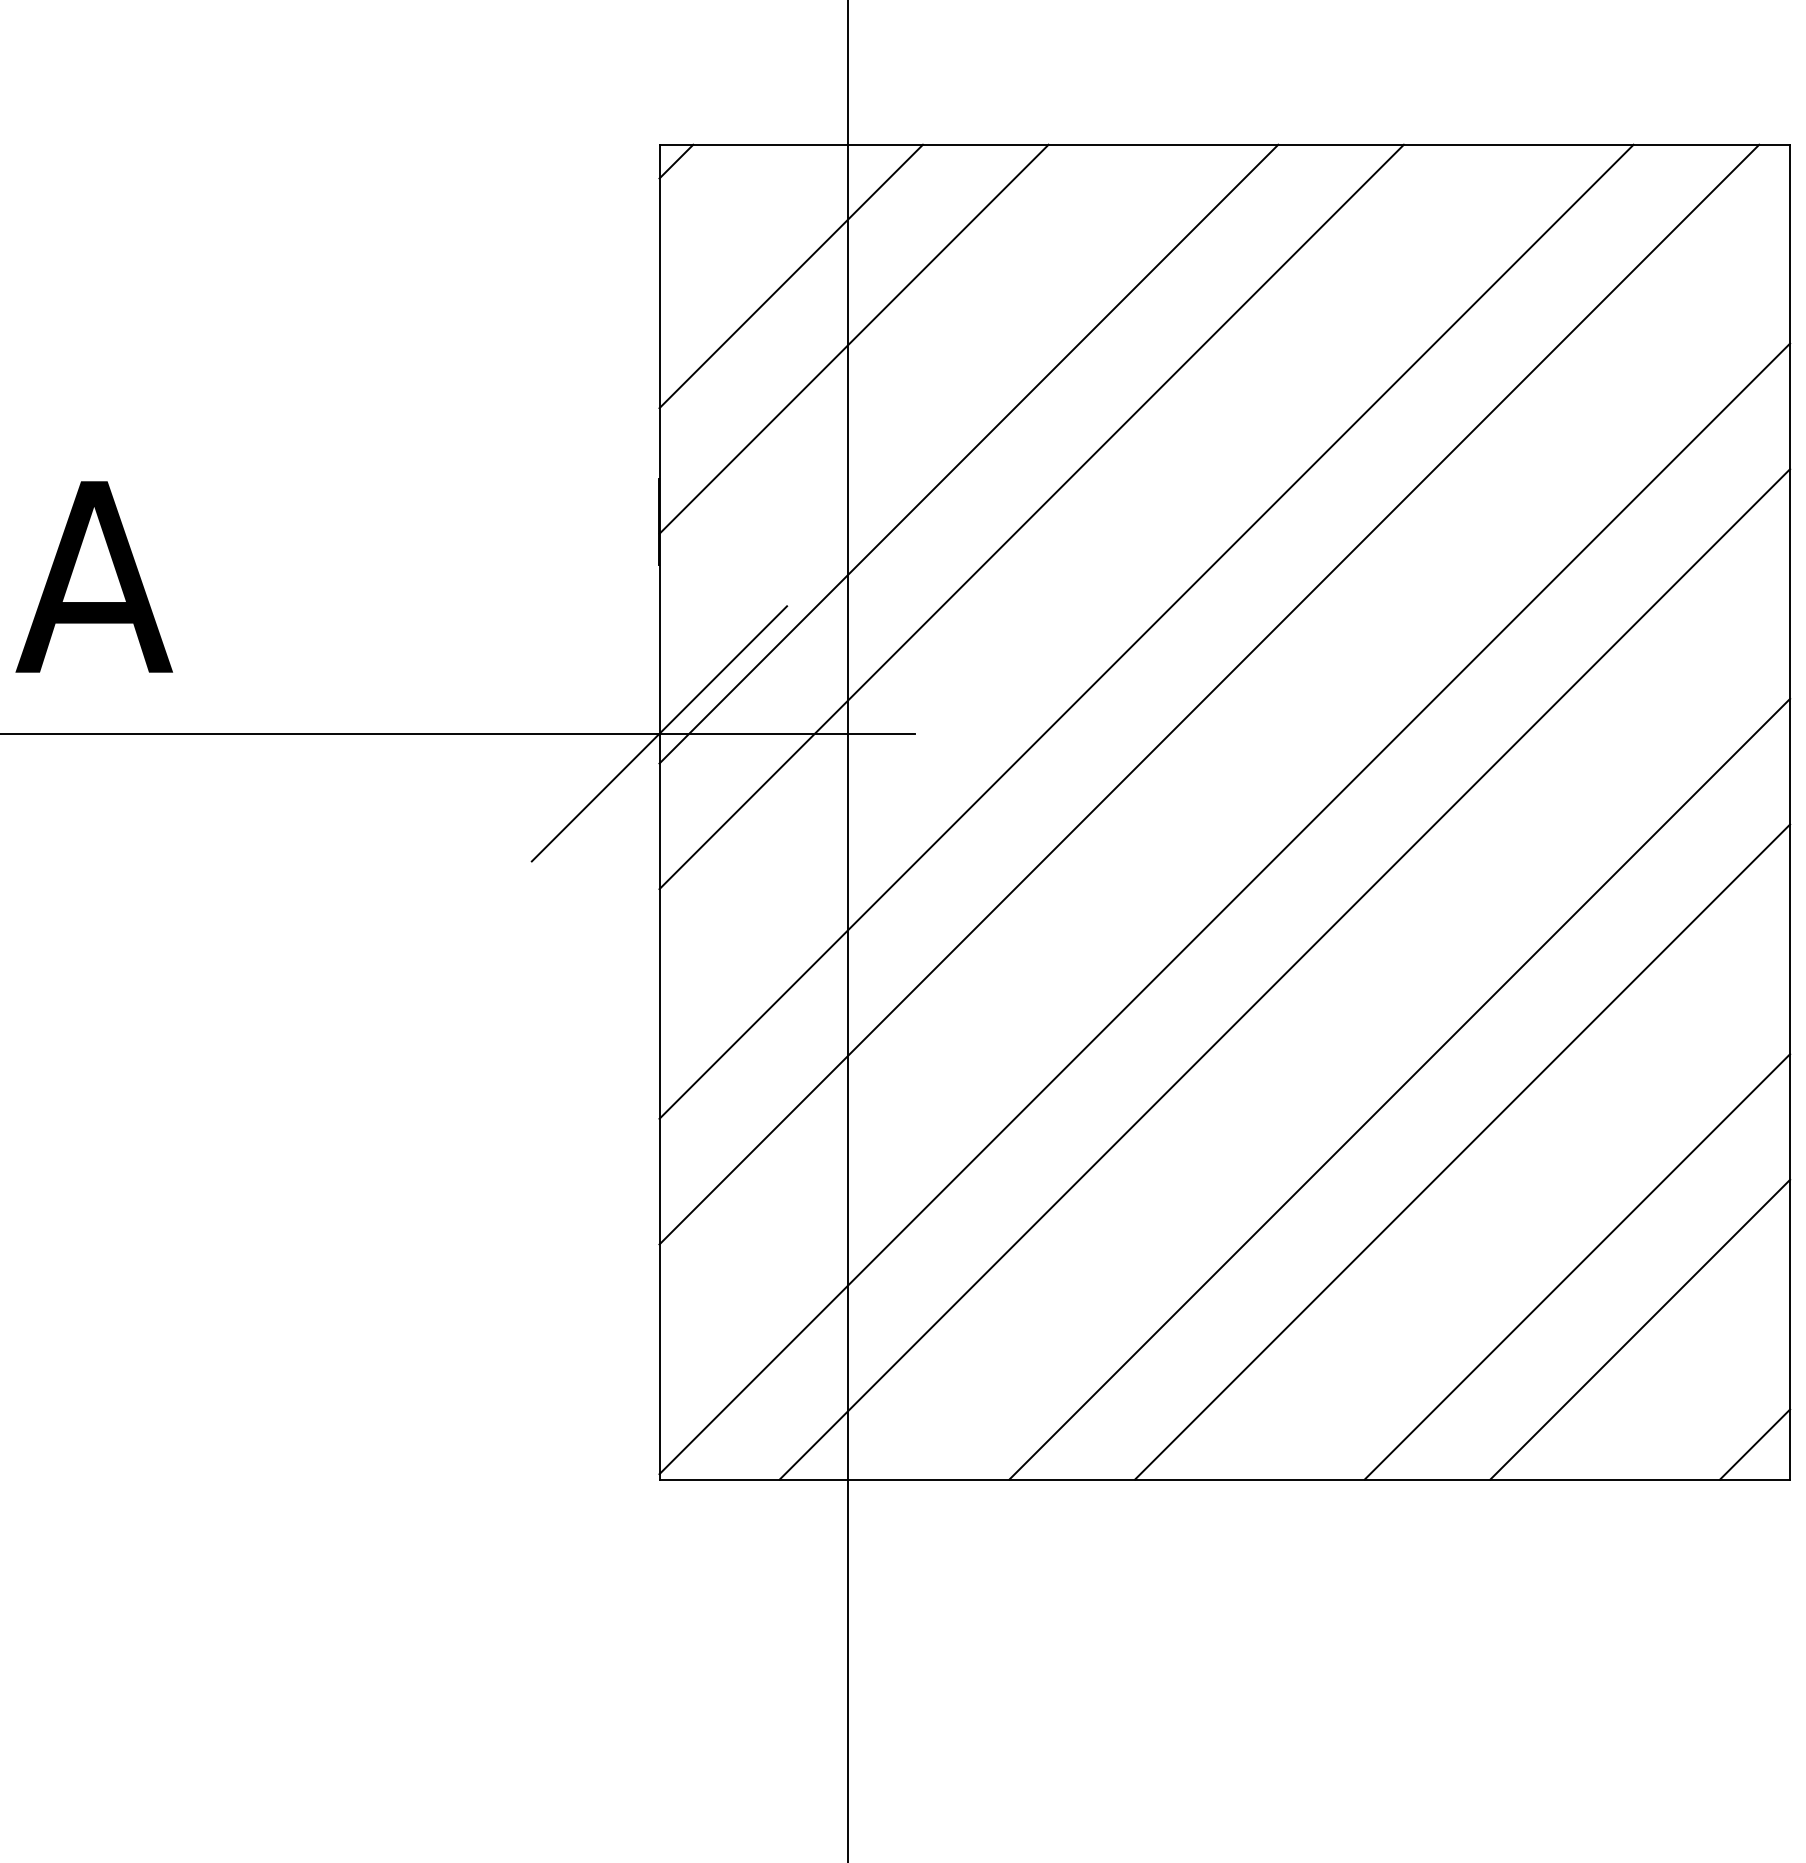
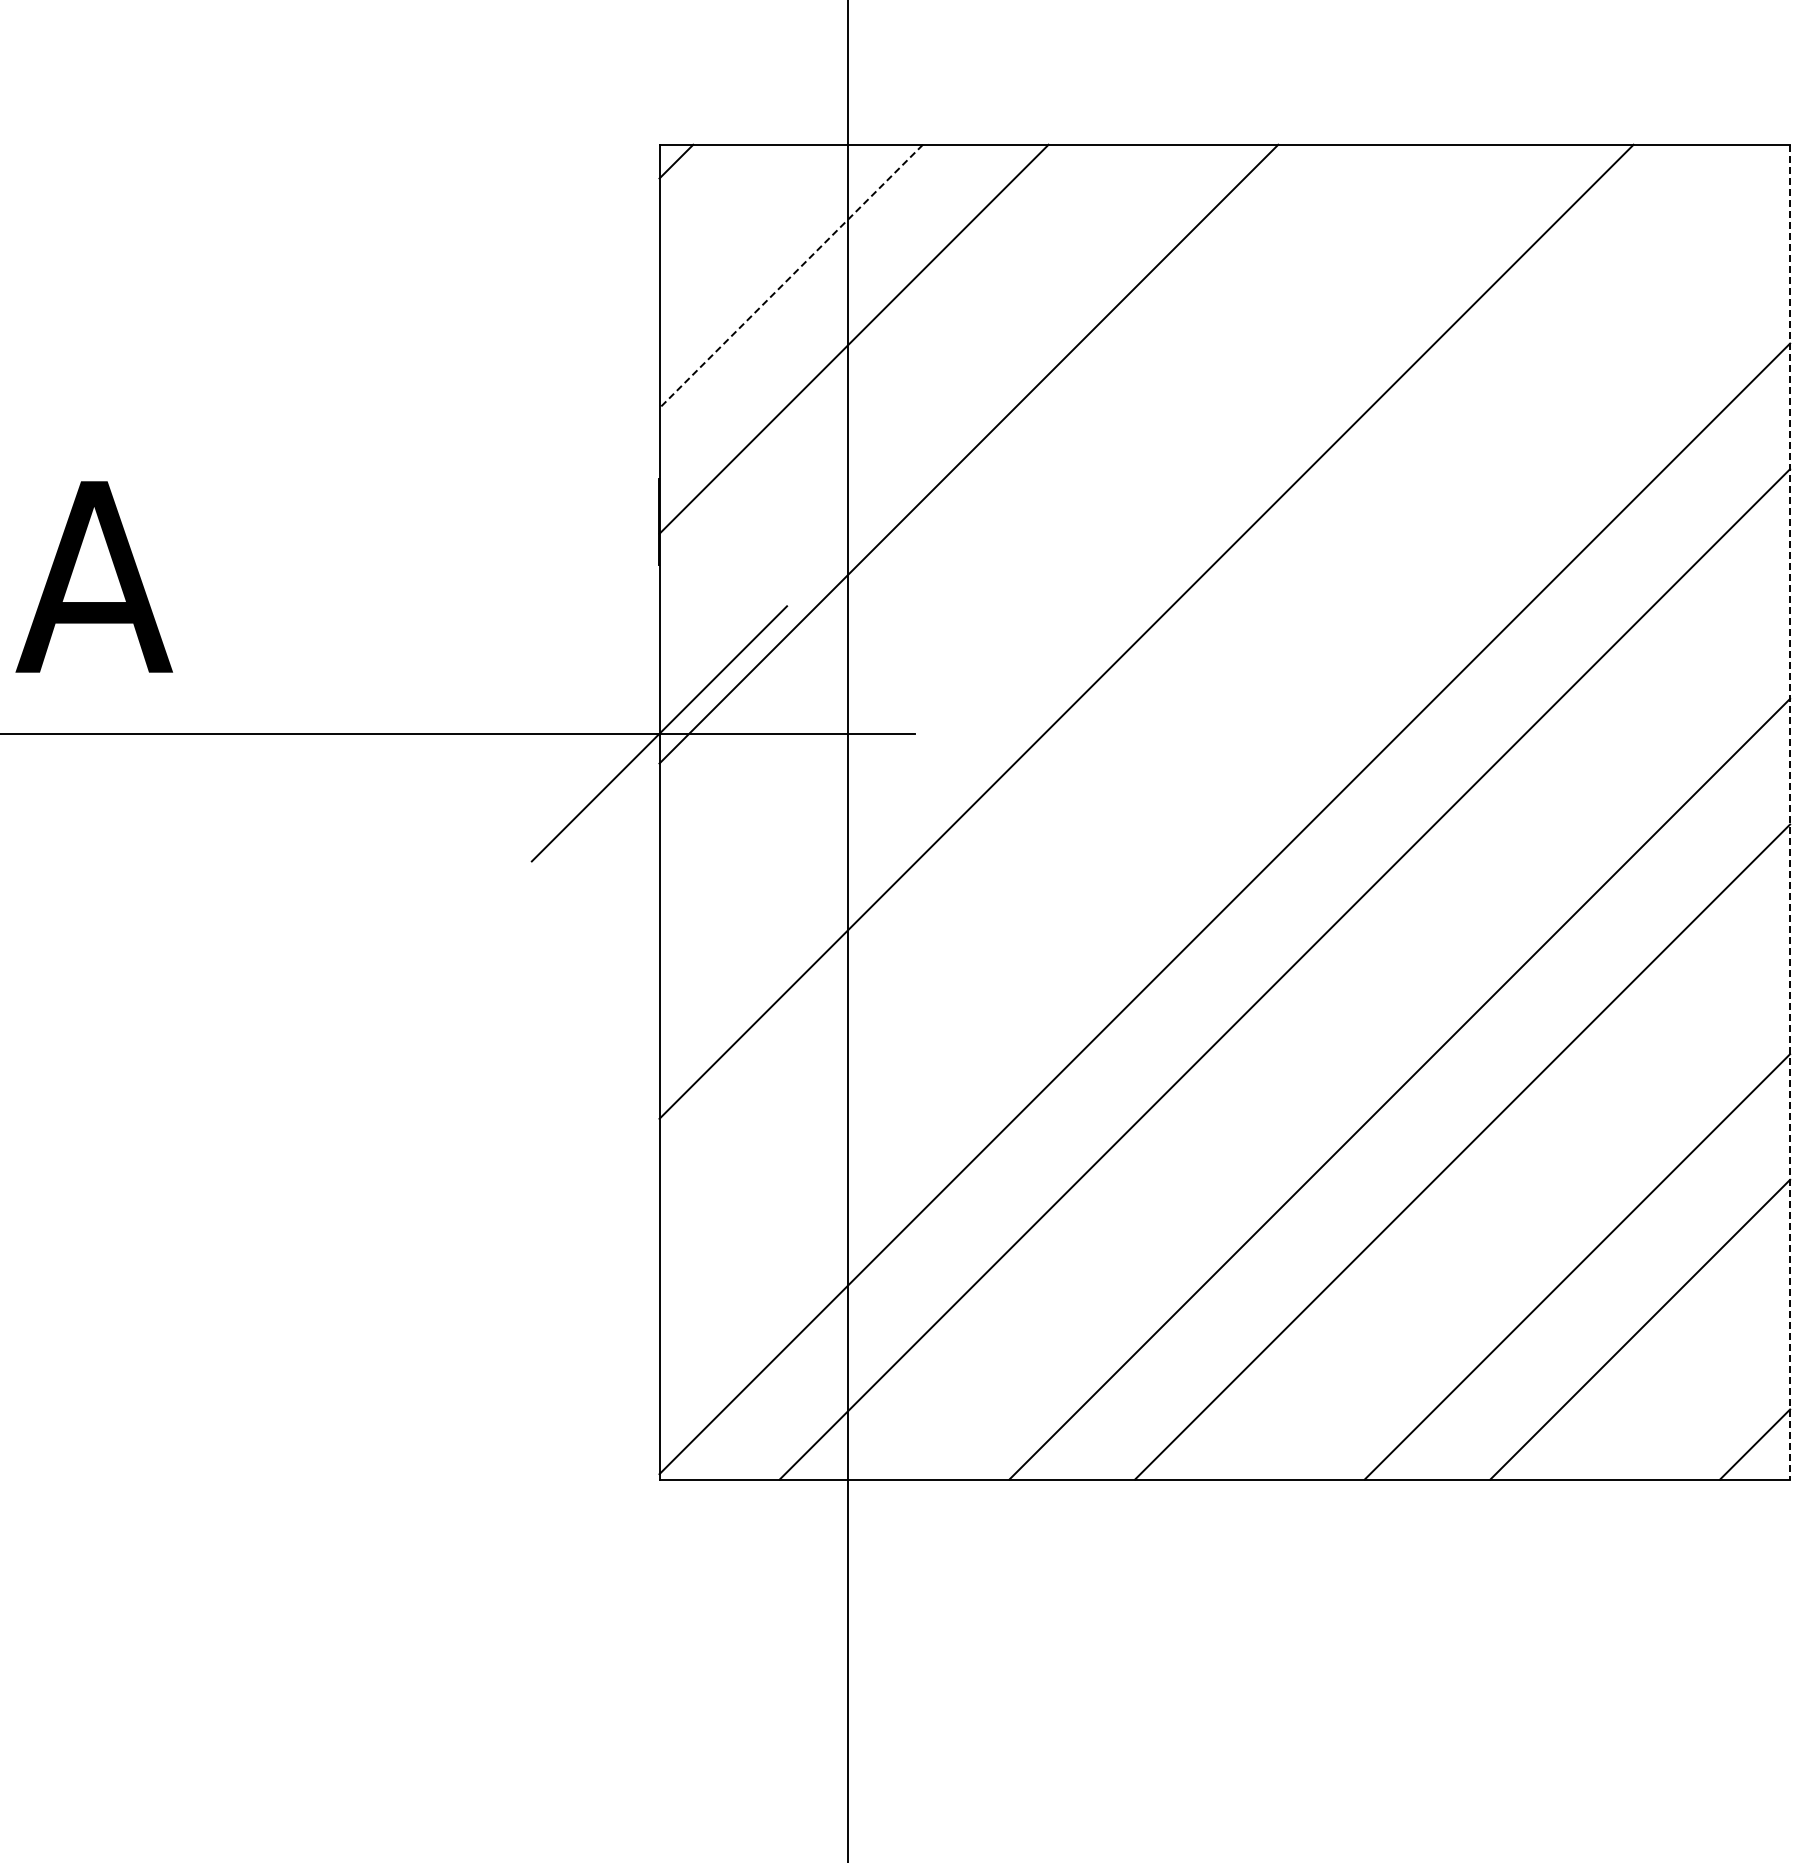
line at (790, 276): solid -> dashed
line at (1031, 516): present -> none
line at (1209, 694): present -> none
line at (1790, 812): solid -> dashed
